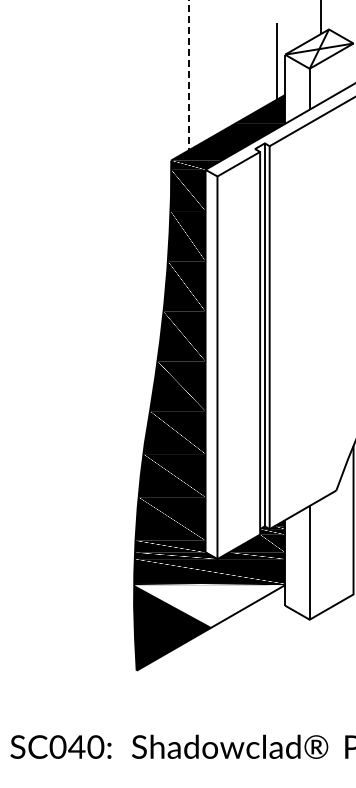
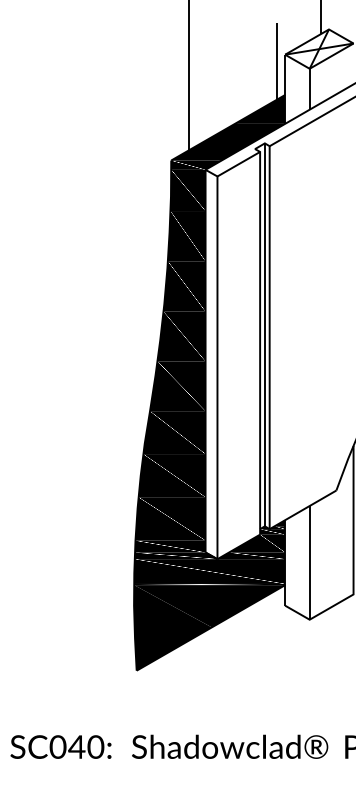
line at (189, 75): dashed -> solid
fill at (209, 606): none -> present
